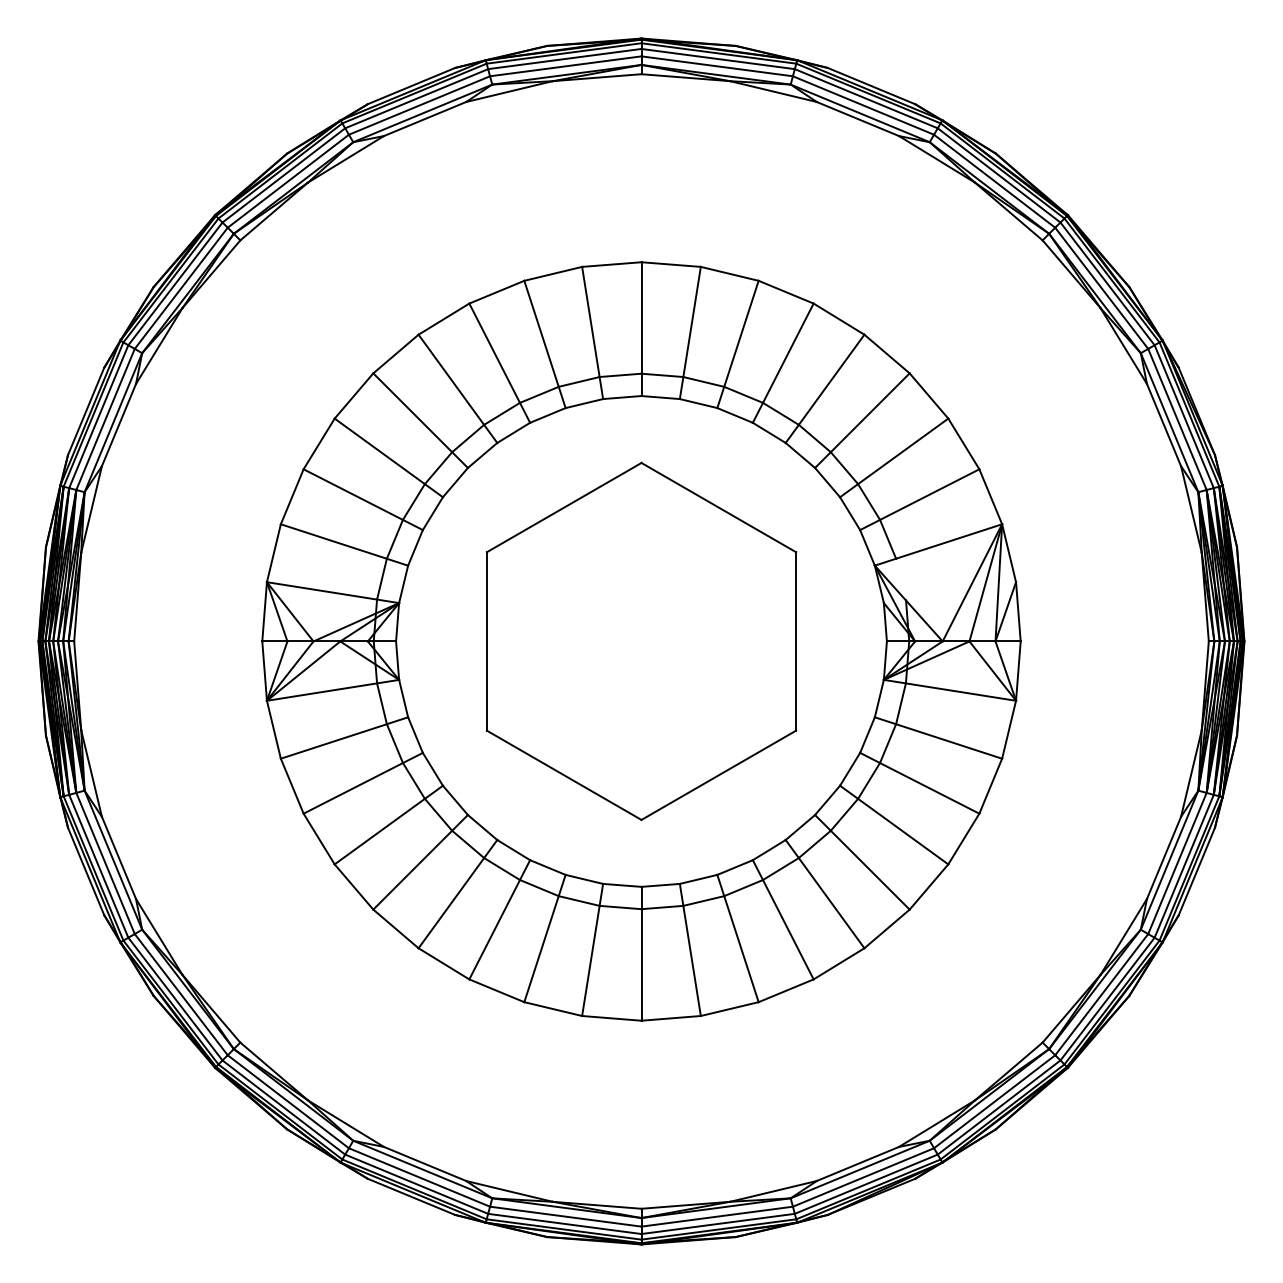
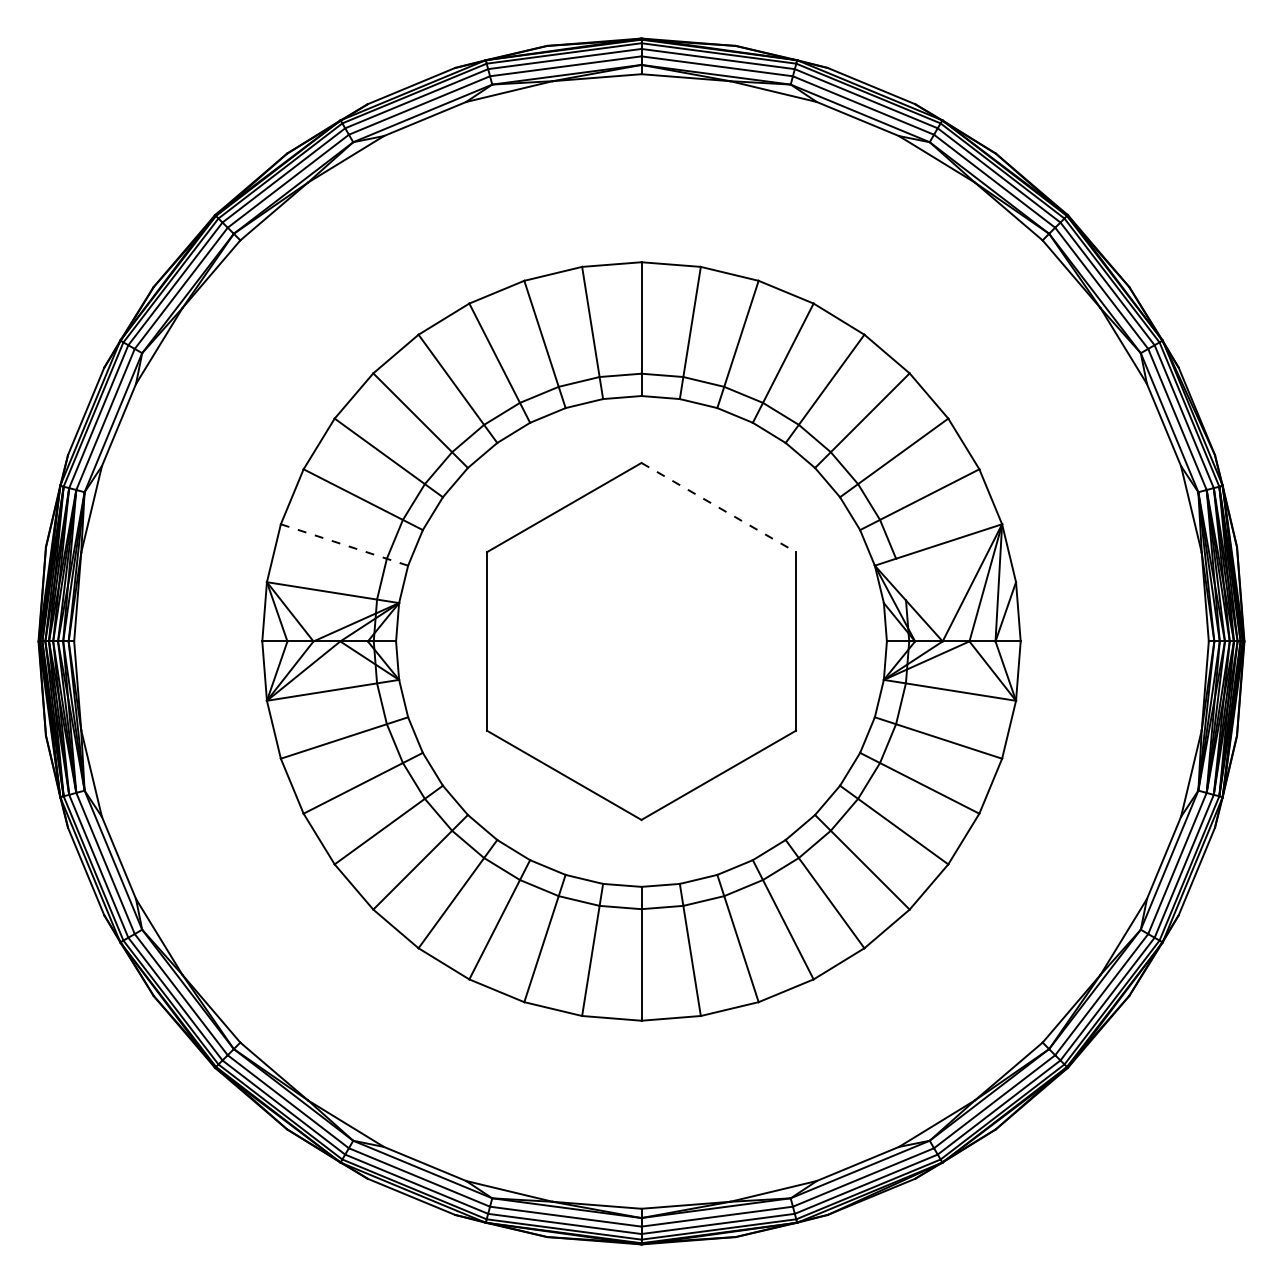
line at (719, 507): solid -> dashed
line at (344, 544): solid -> dashed
